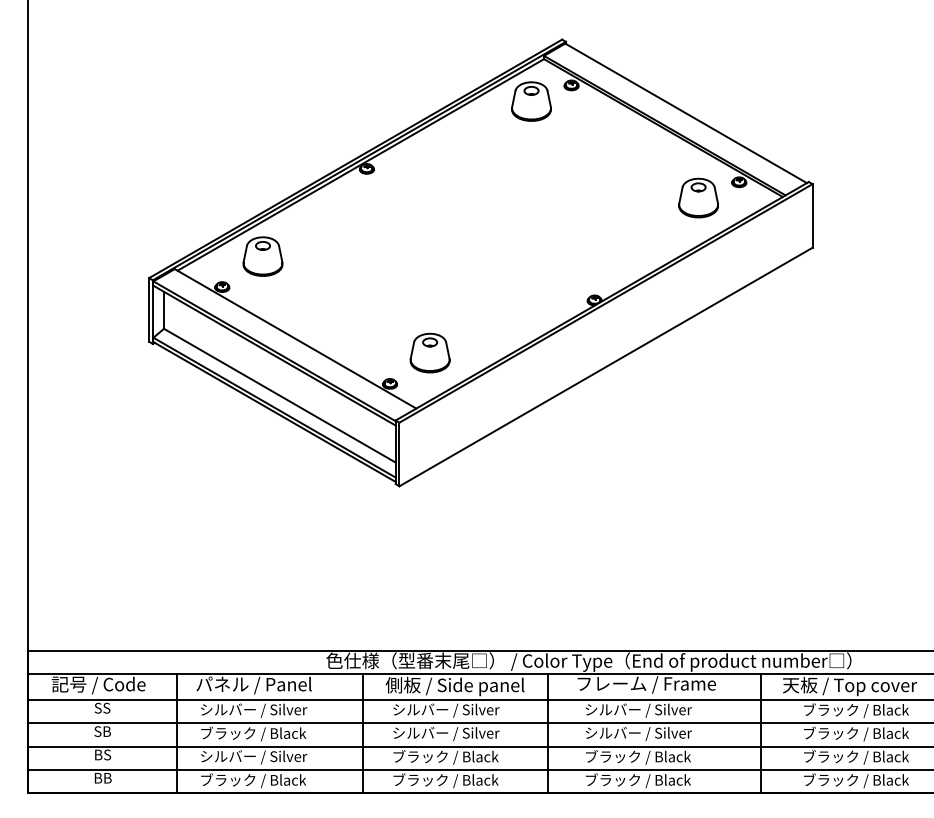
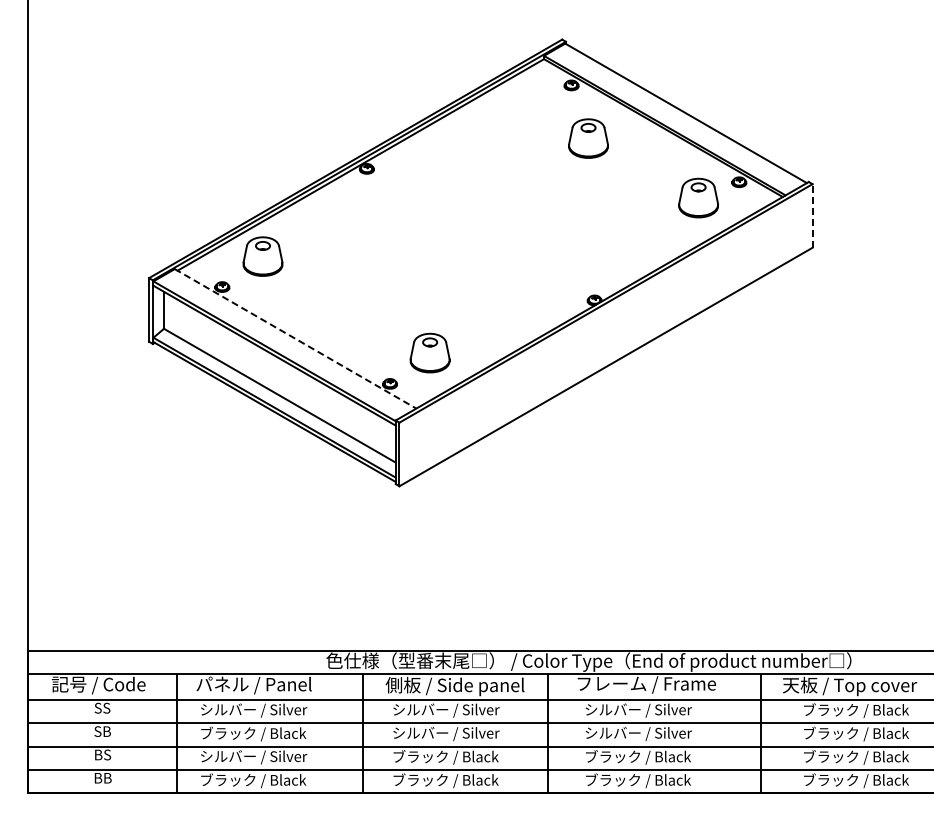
part at (531, 101) position: (531, 101) -> (588, 138)
line at (812, 215): solid -> dashed
line at (295, 339): solid -> dashed
